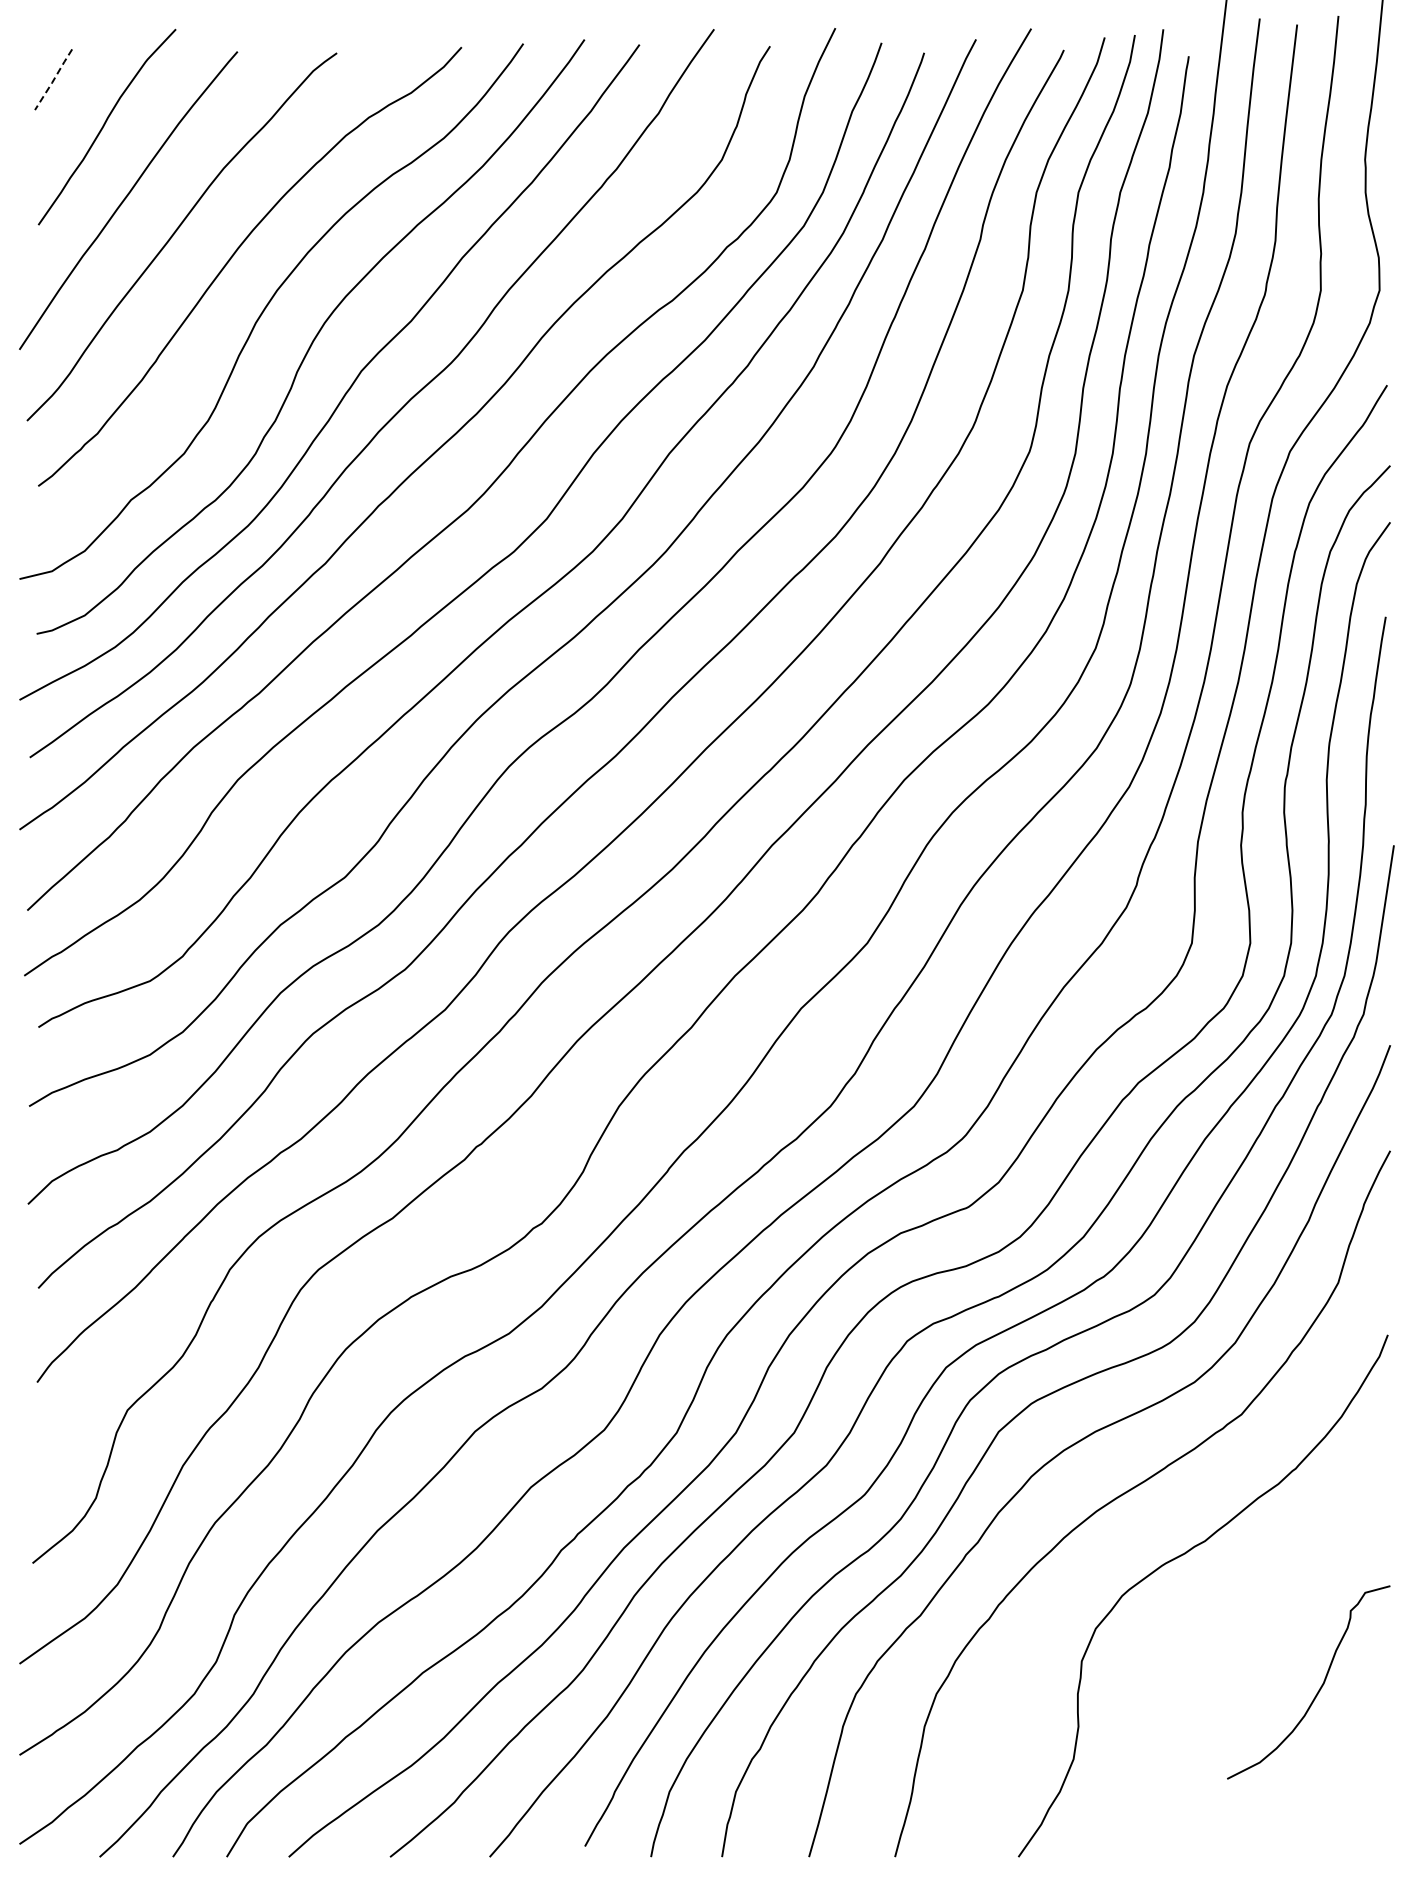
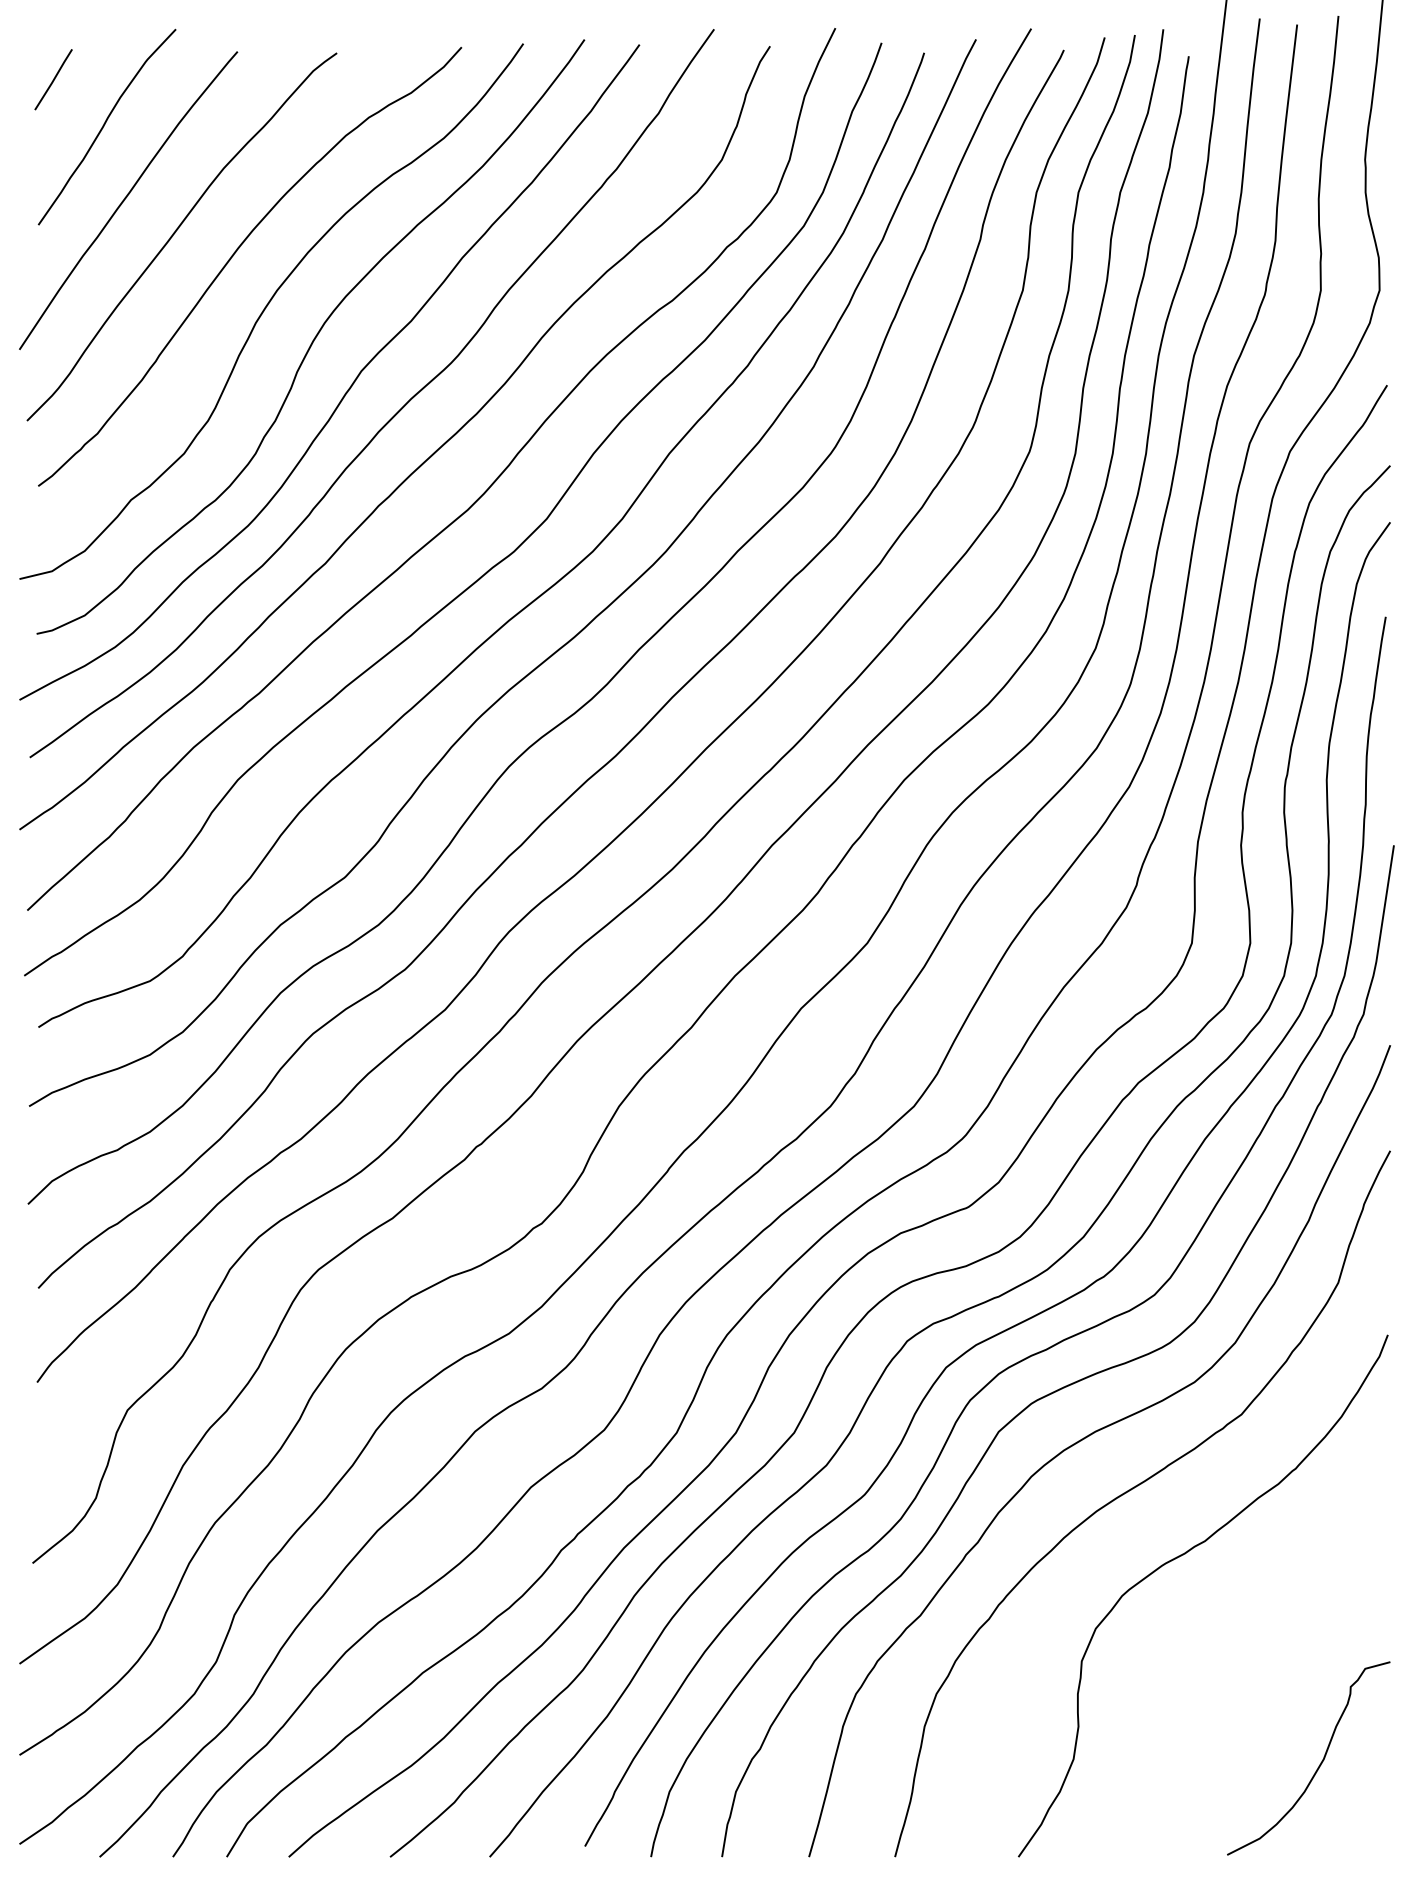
line at (53, 80): dashed -> solid
curve at (1319, 1688) position: (1319, 1688) -> (1319, 1764)
